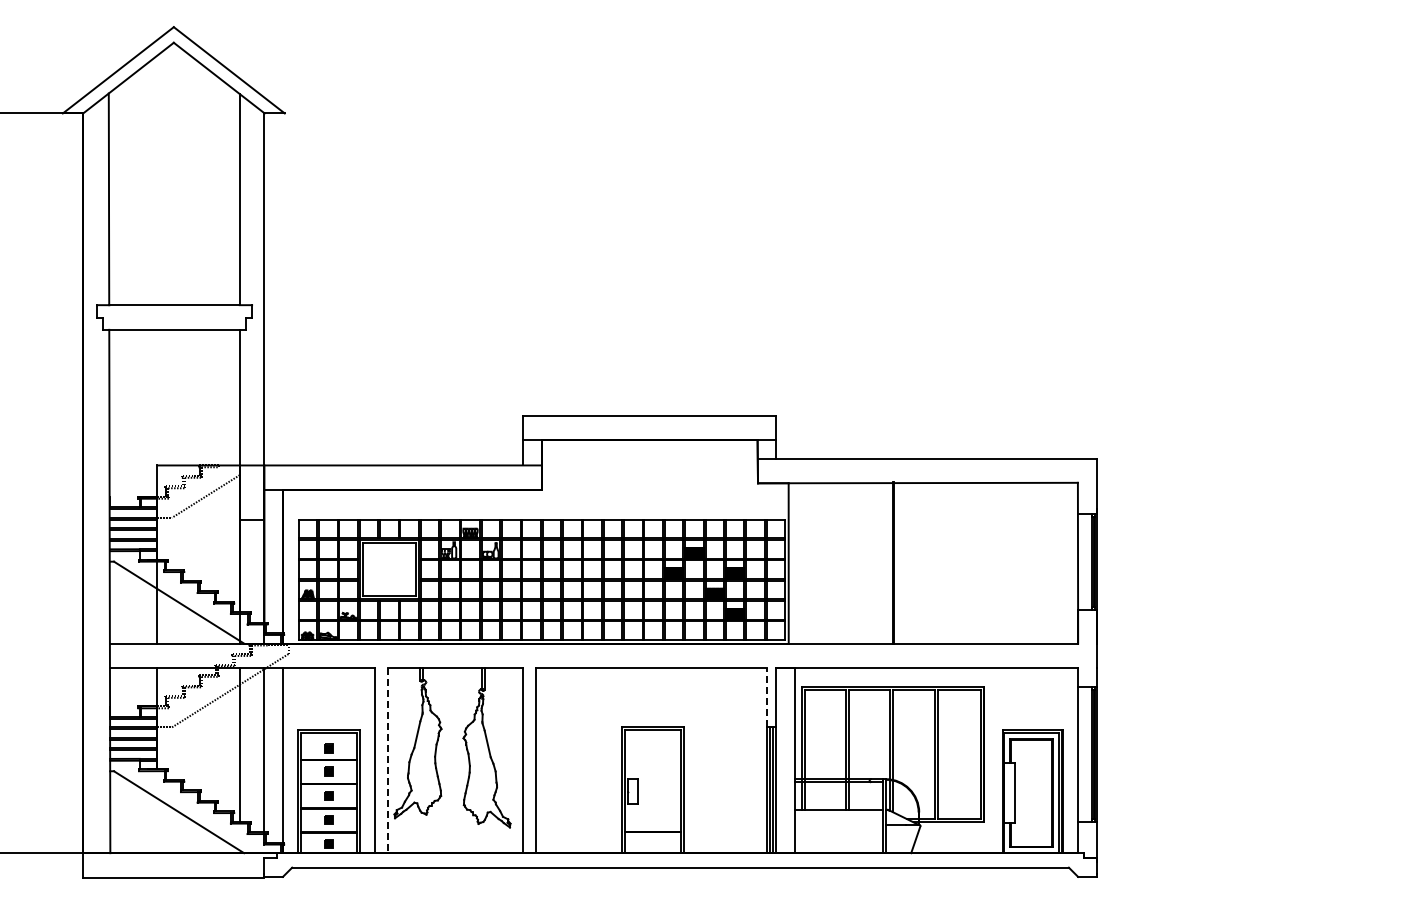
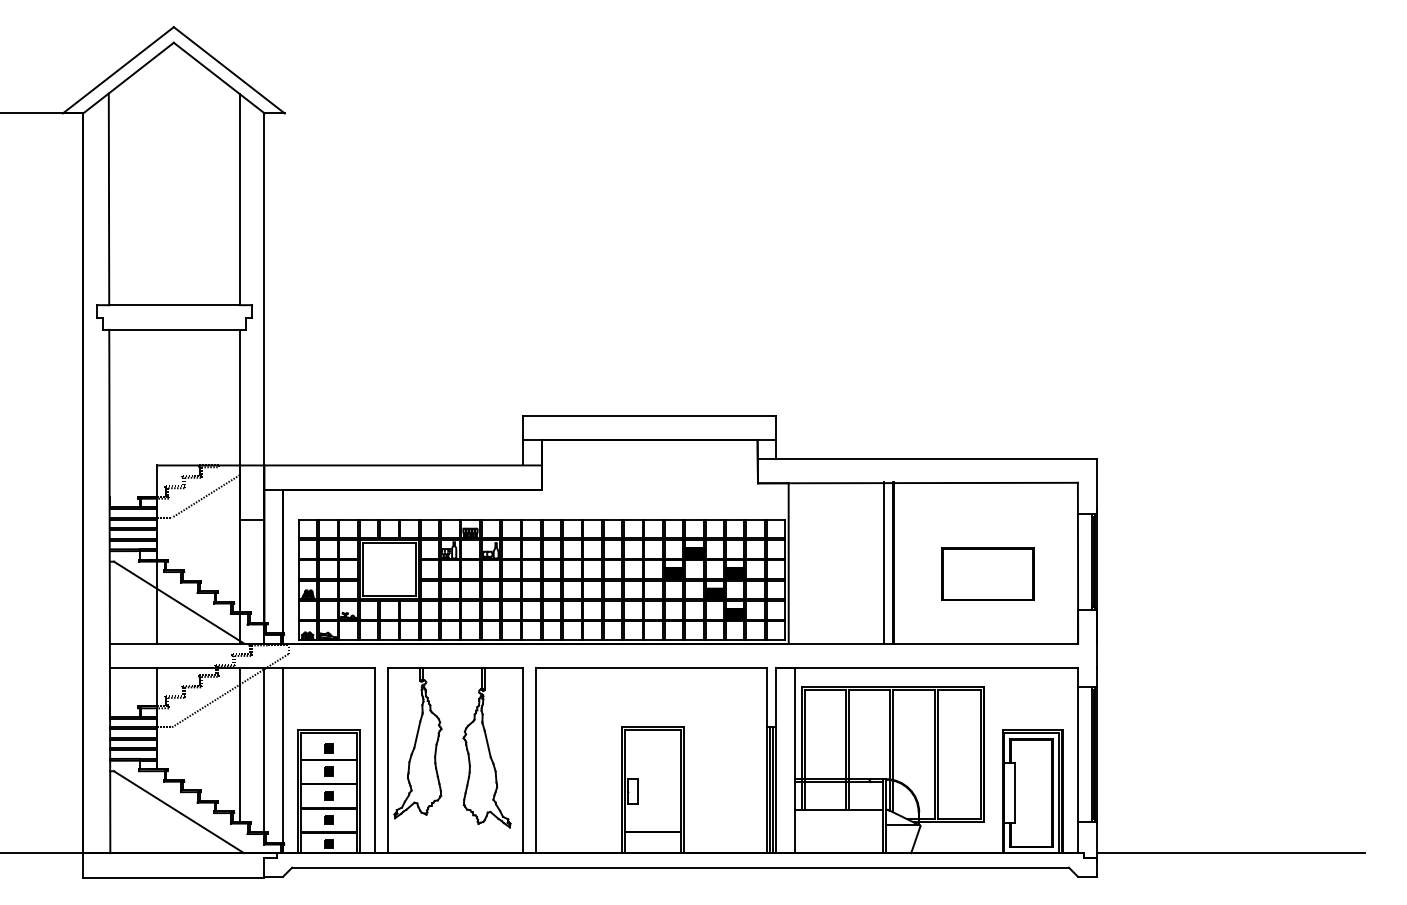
line at (883, 562): none -> present
part at (987, 573): none -> present
line at (766, 697): dashed -> solid
line at (387, 761): dashed -> solid
line at (1230, 853): none -> present
